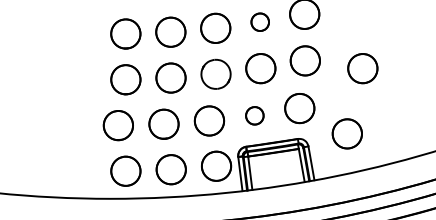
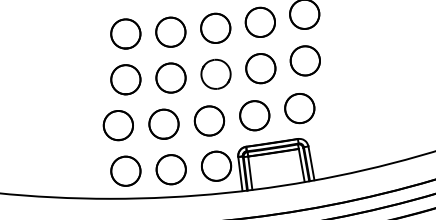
circle at (259, 21) size: 20x20 px -> 32x32 px
circle at (362, 68): present -> none
circle at (254, 115) size: 20x20 px -> 32x32 px
circle at (346, 133): present -> none
